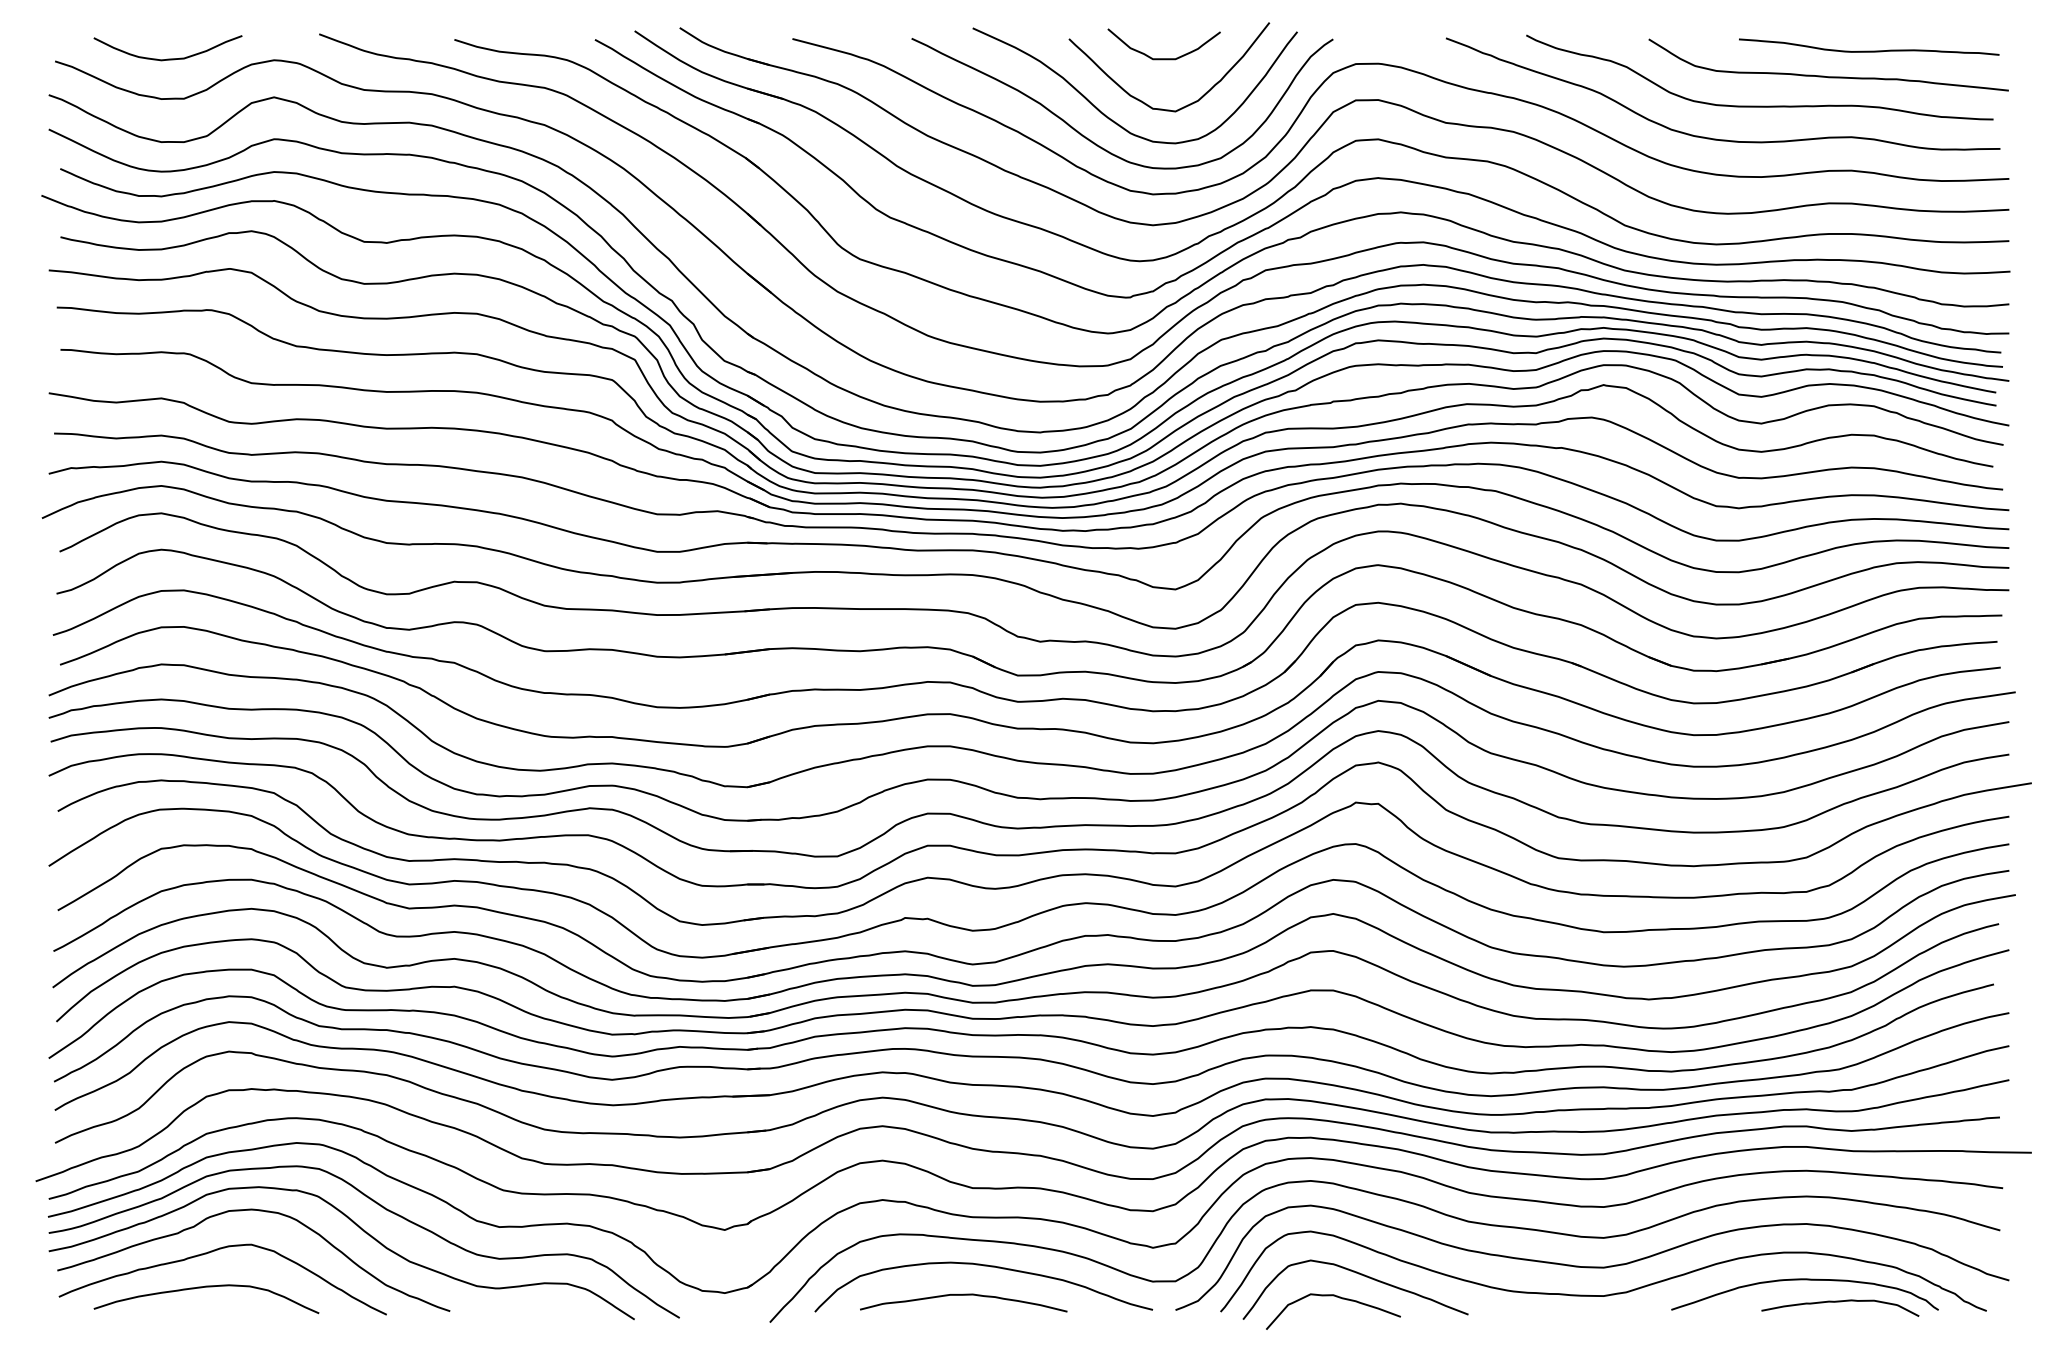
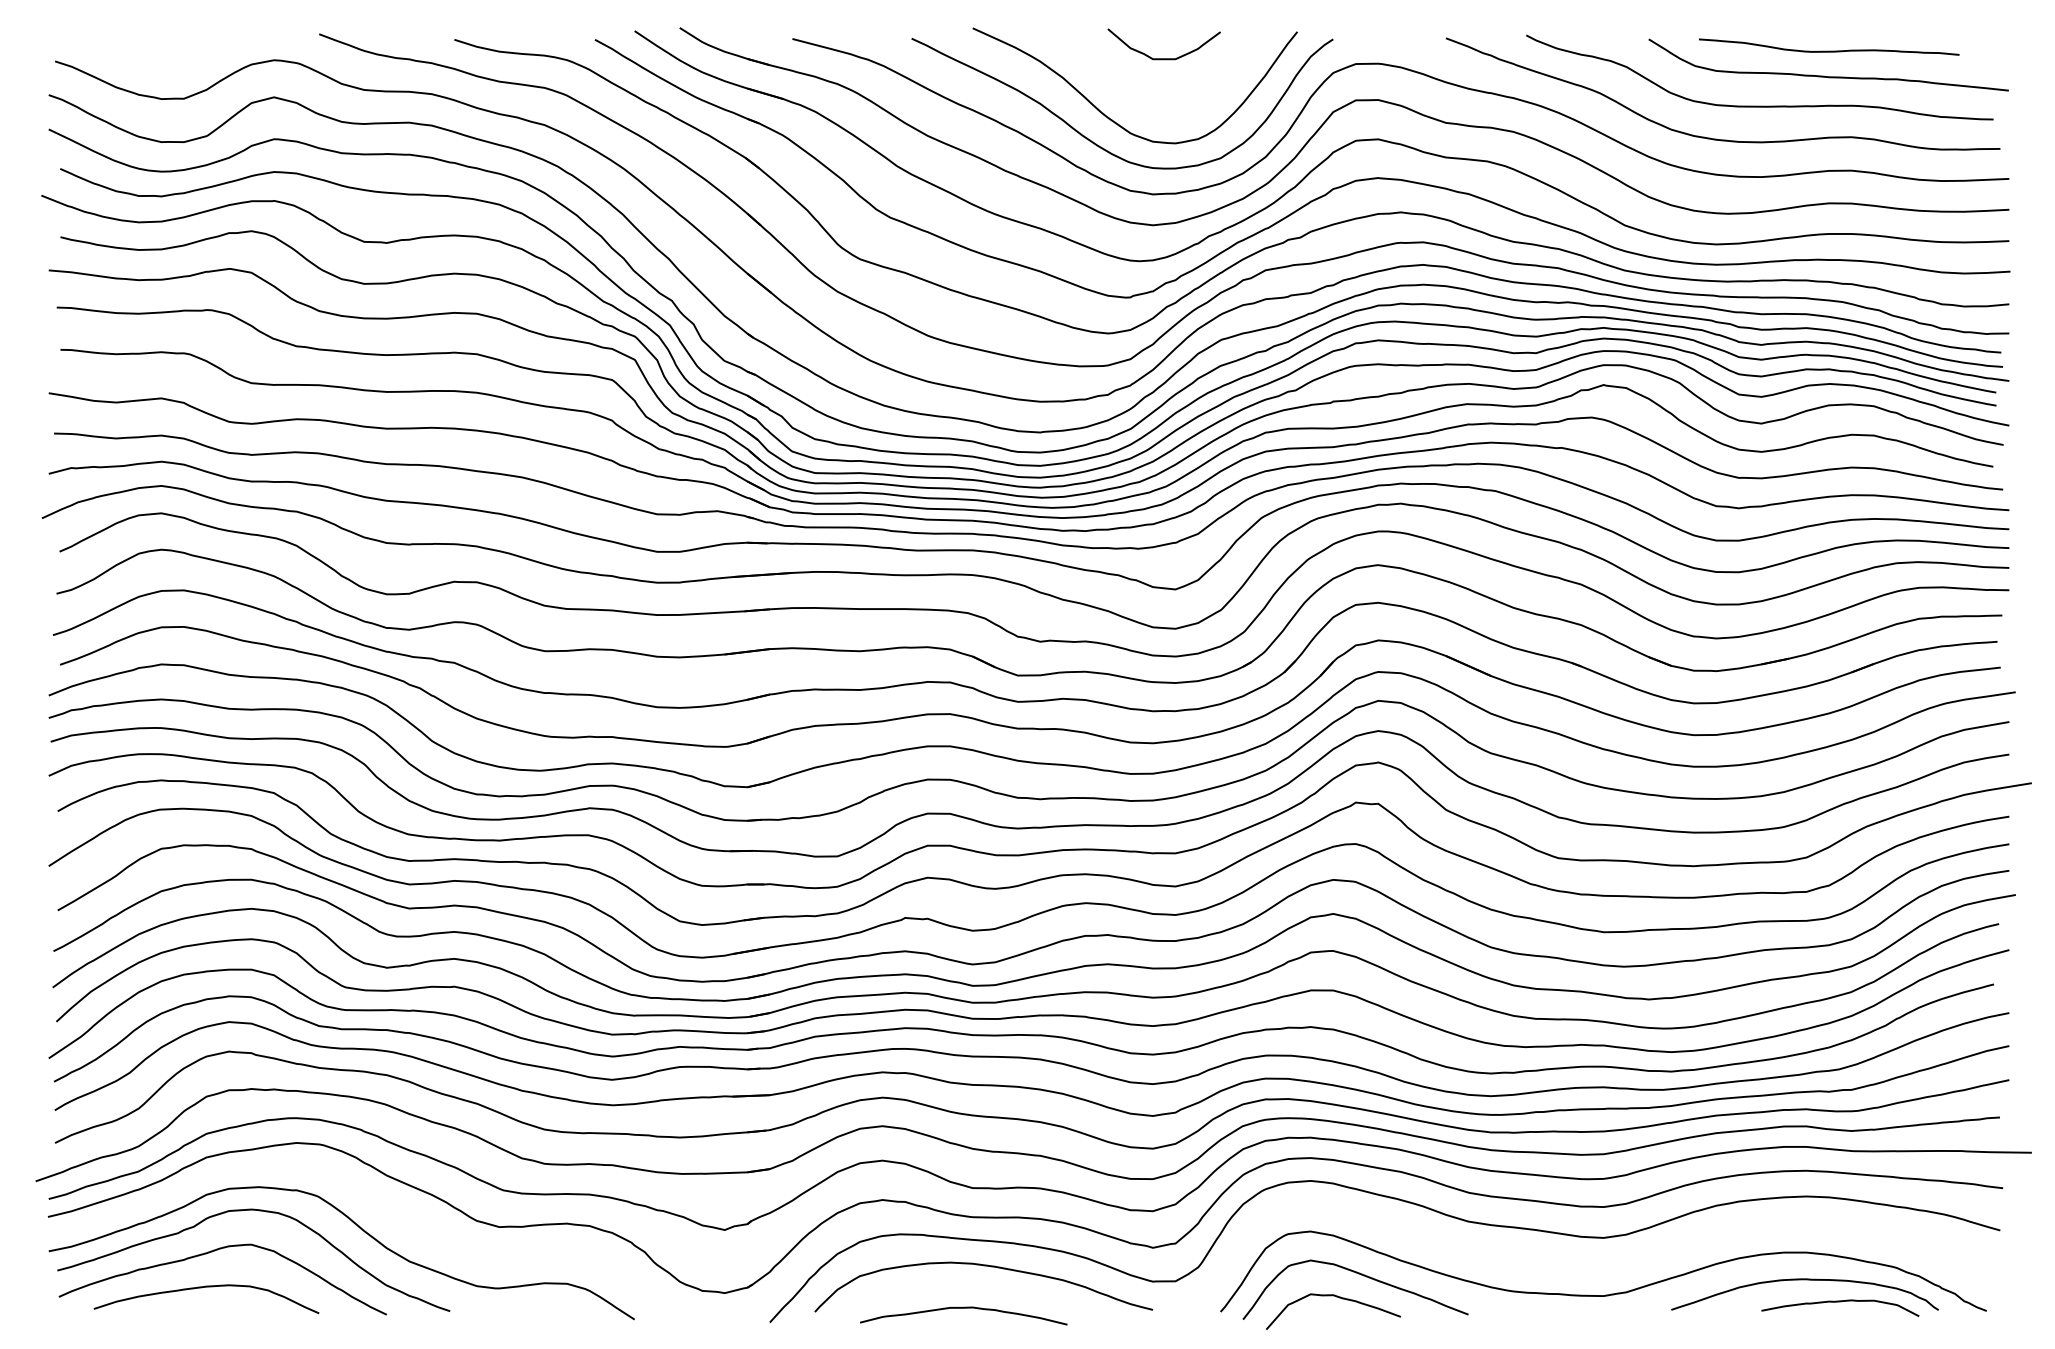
curve at (1869, 50) position: (1869, 50) -> (1829, 50)
curve at (167, 58): present -> none
curve at (1187, 104): present -> none
curve at (384, 1209): present -> none
curve at (1592, 1266): present -> none
curve at (963, 1295) position: (963, 1295) -> (963, 1308)
